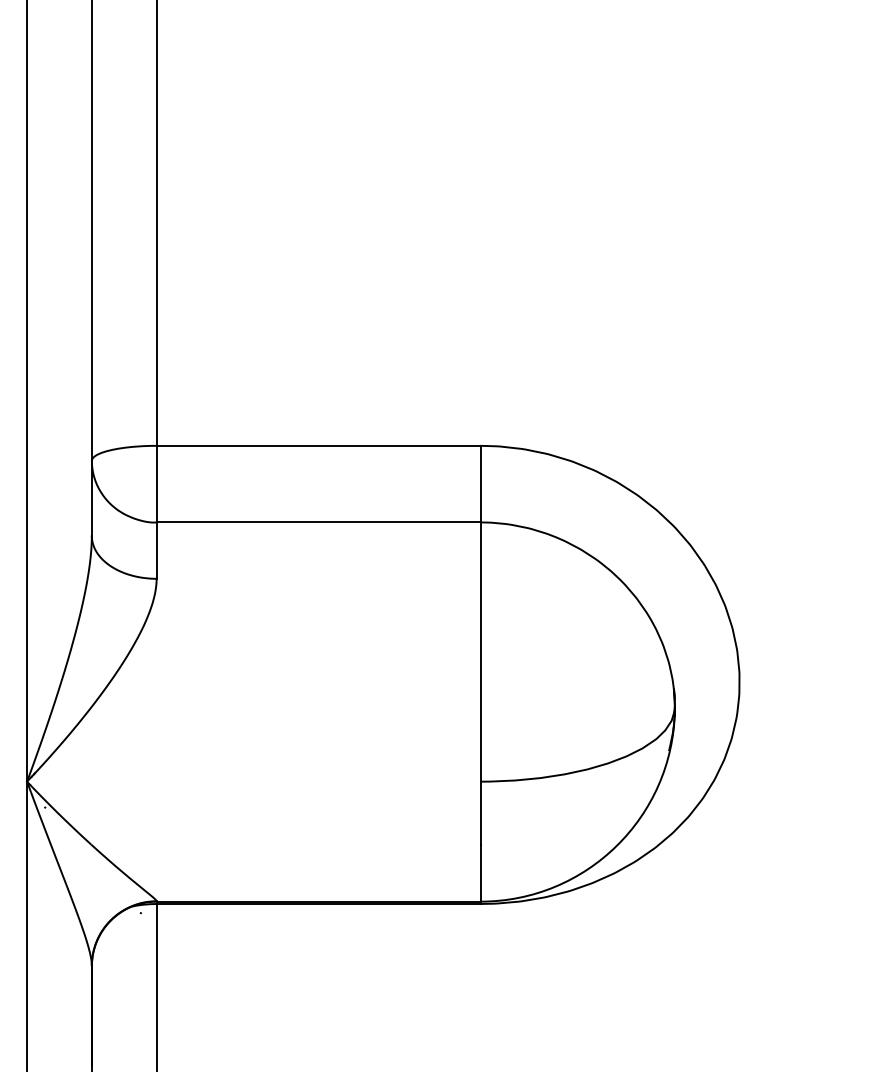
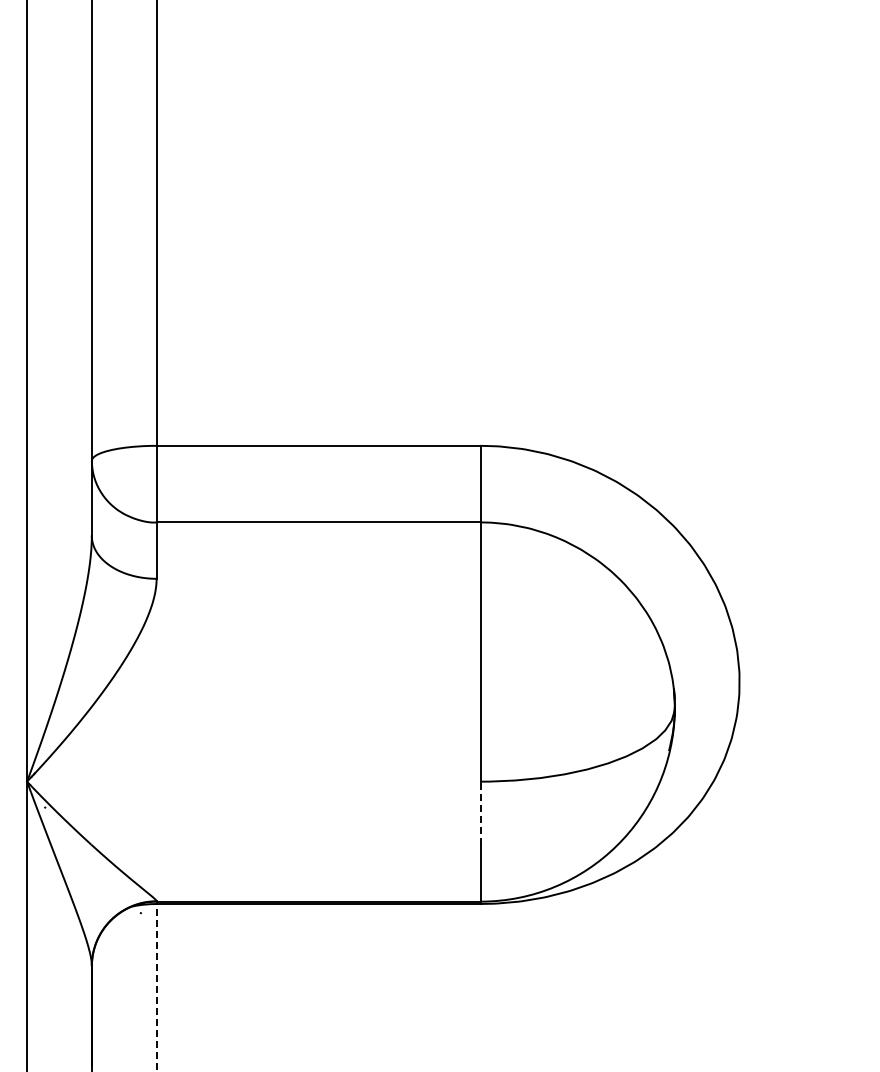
line at (480, 813): solid -> dashed
line at (156, 987): solid -> dashed
